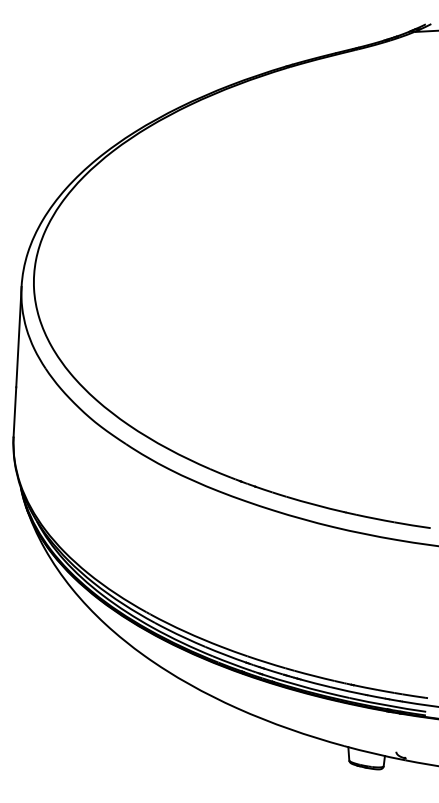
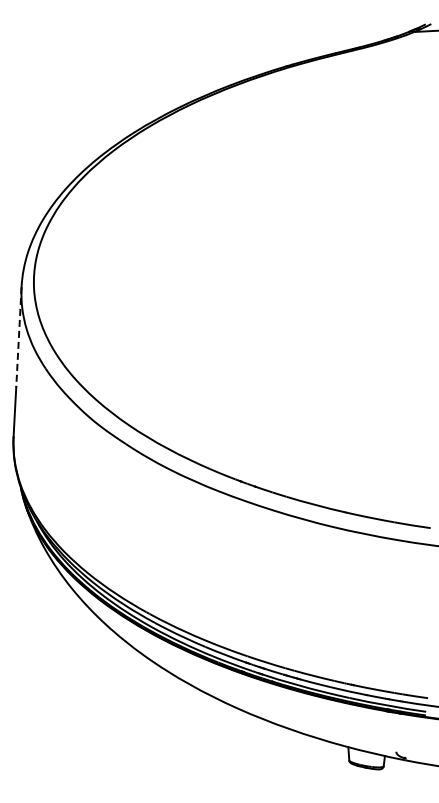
line at (18, 337): solid -> dashed
